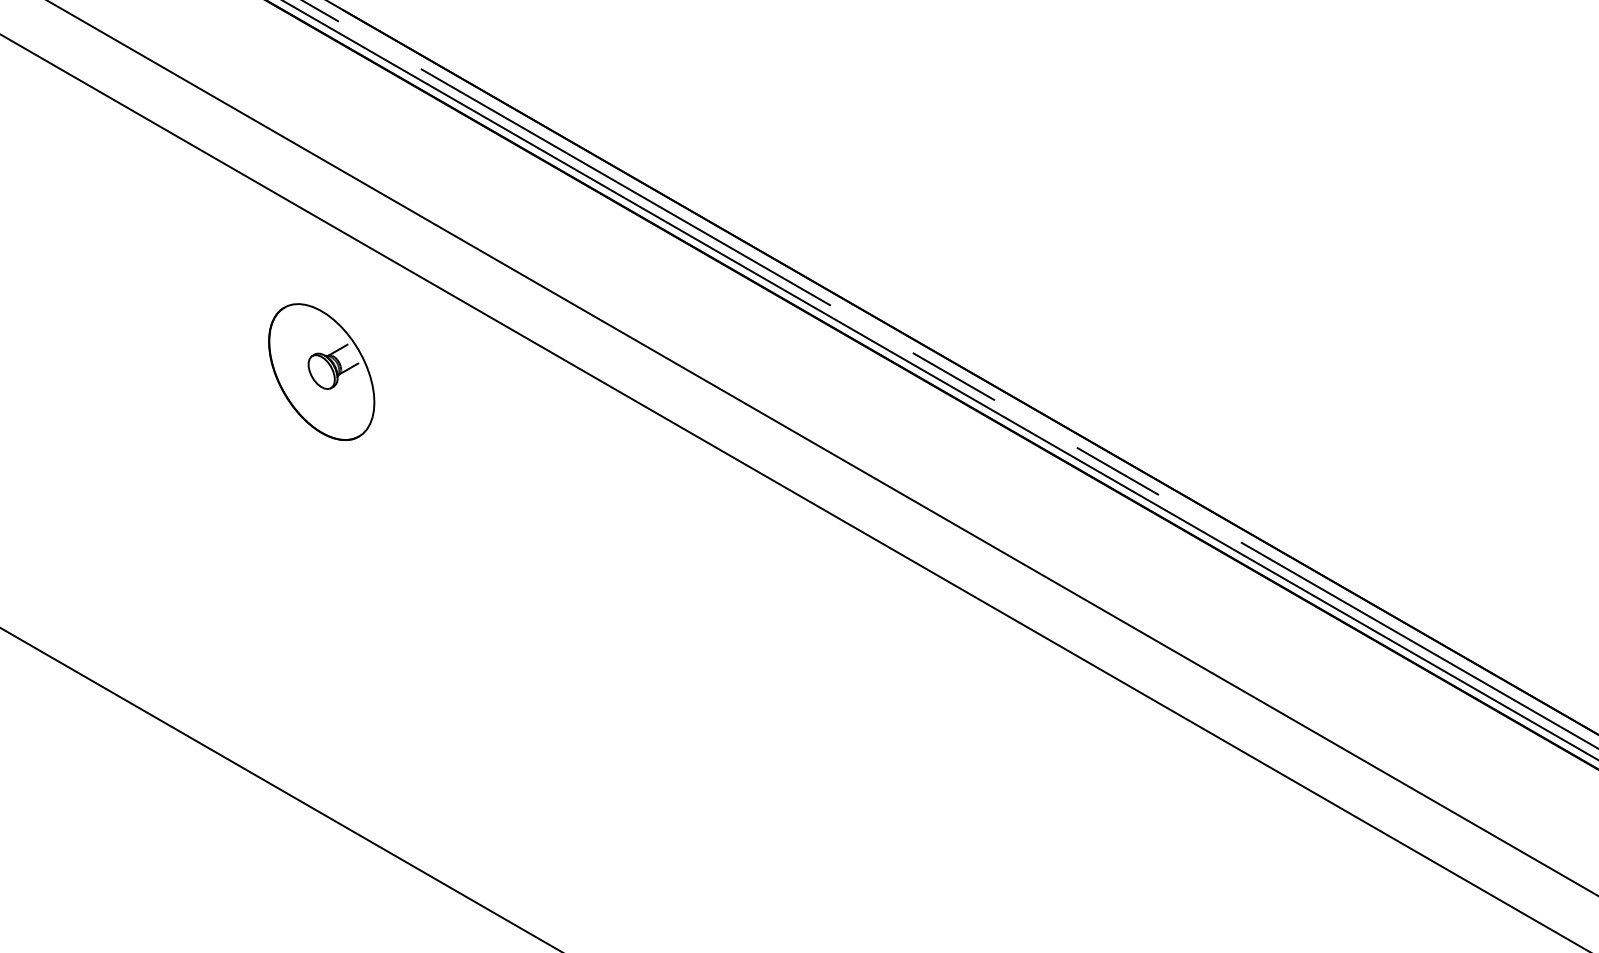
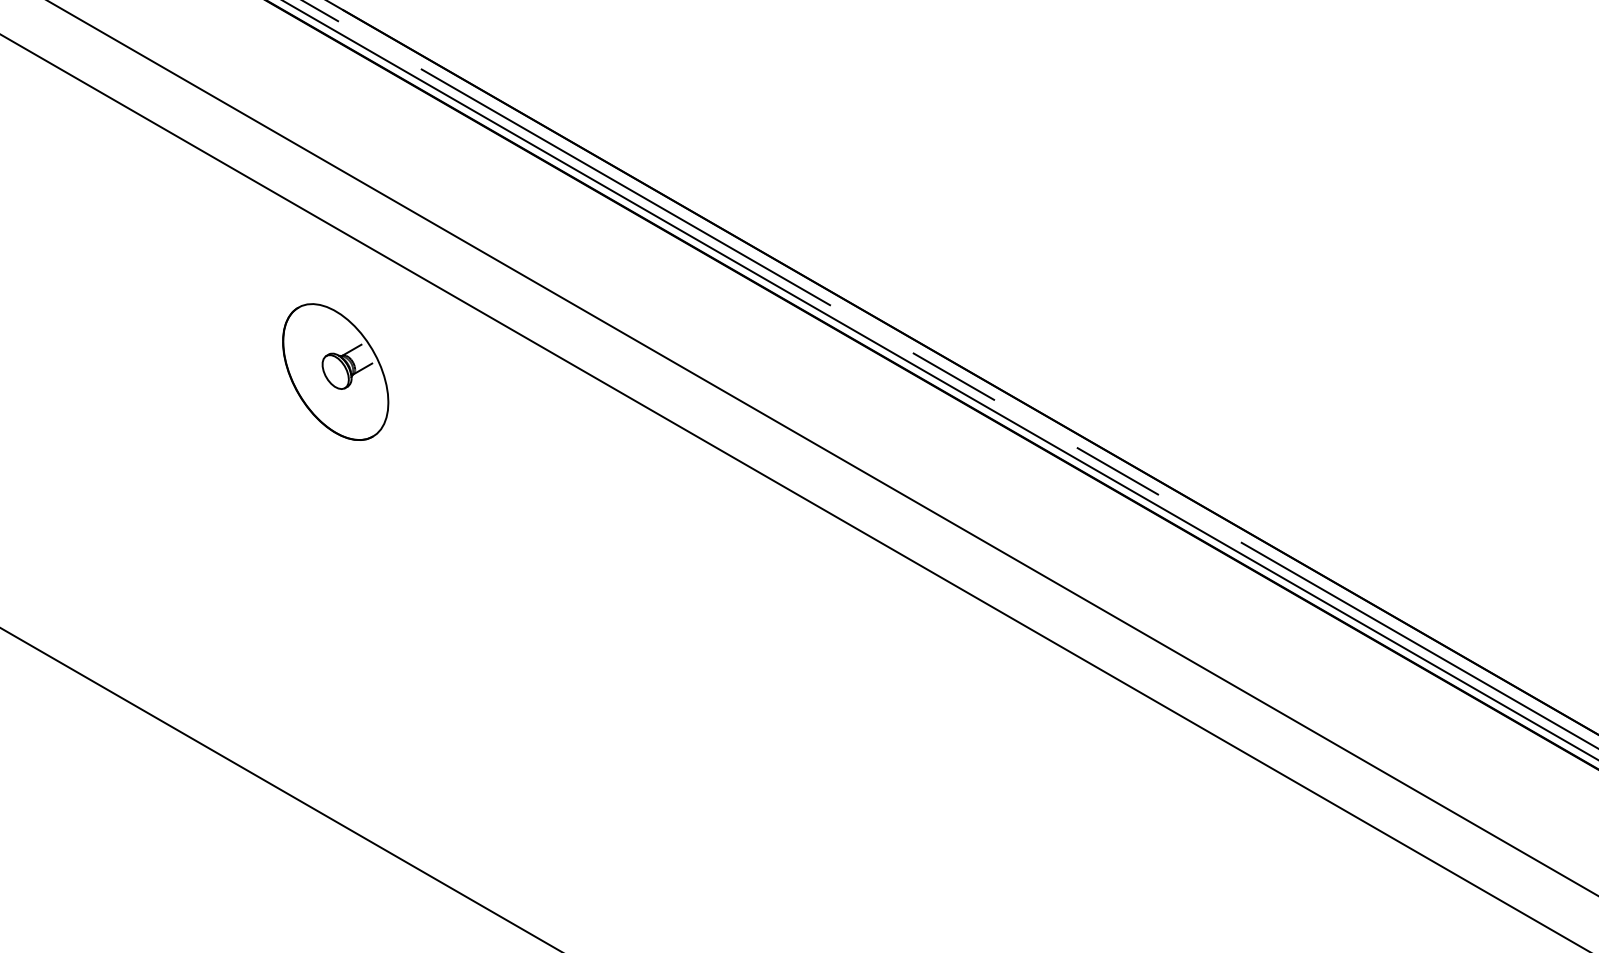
part at (321, 371) position: (321, 371) -> (335, 371)
